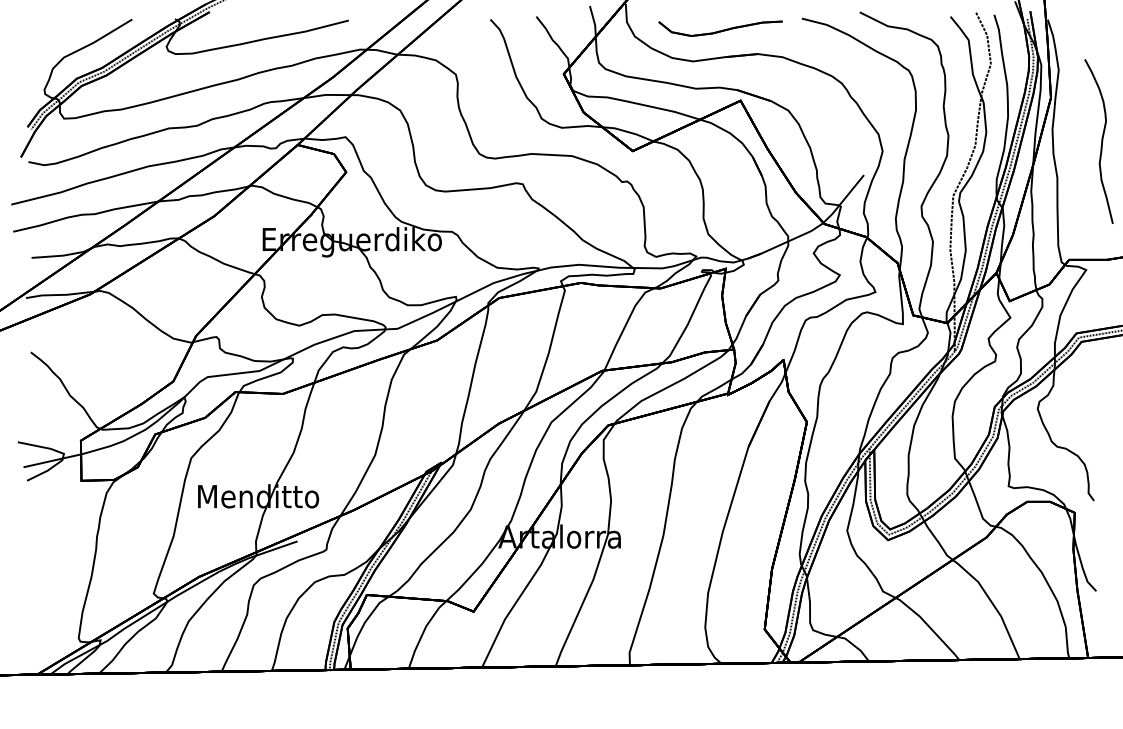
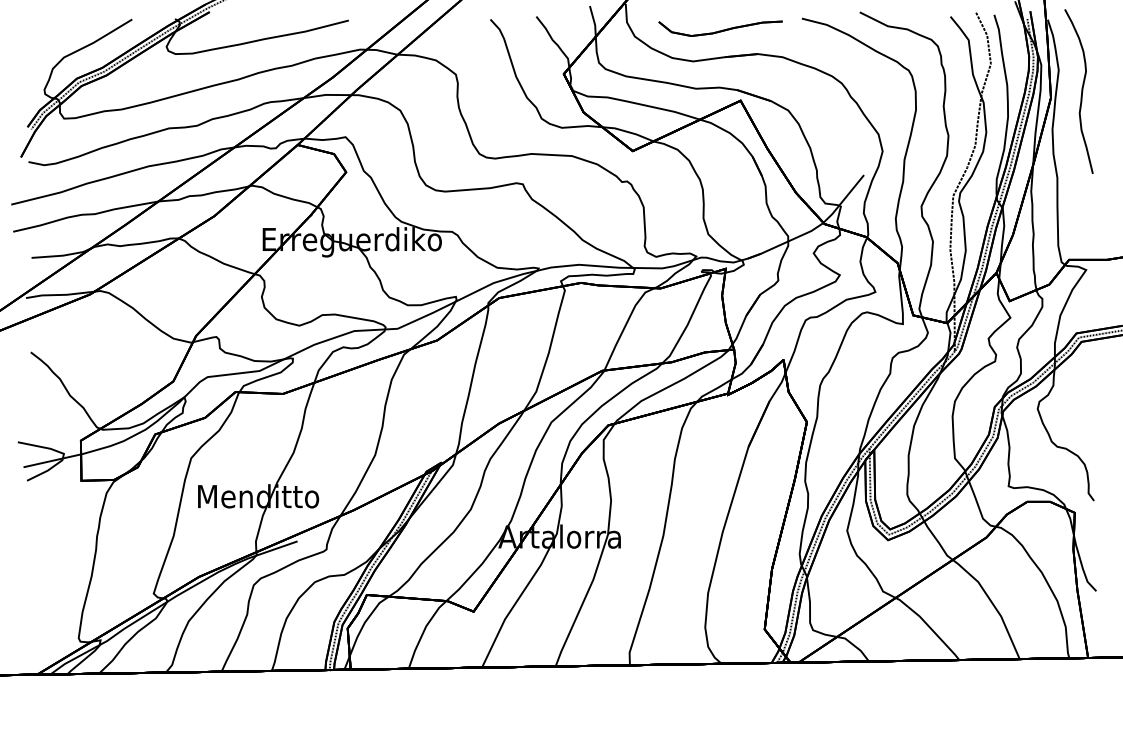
part at (1098, 141) position: (1098, 141) -> (1078, 91)
